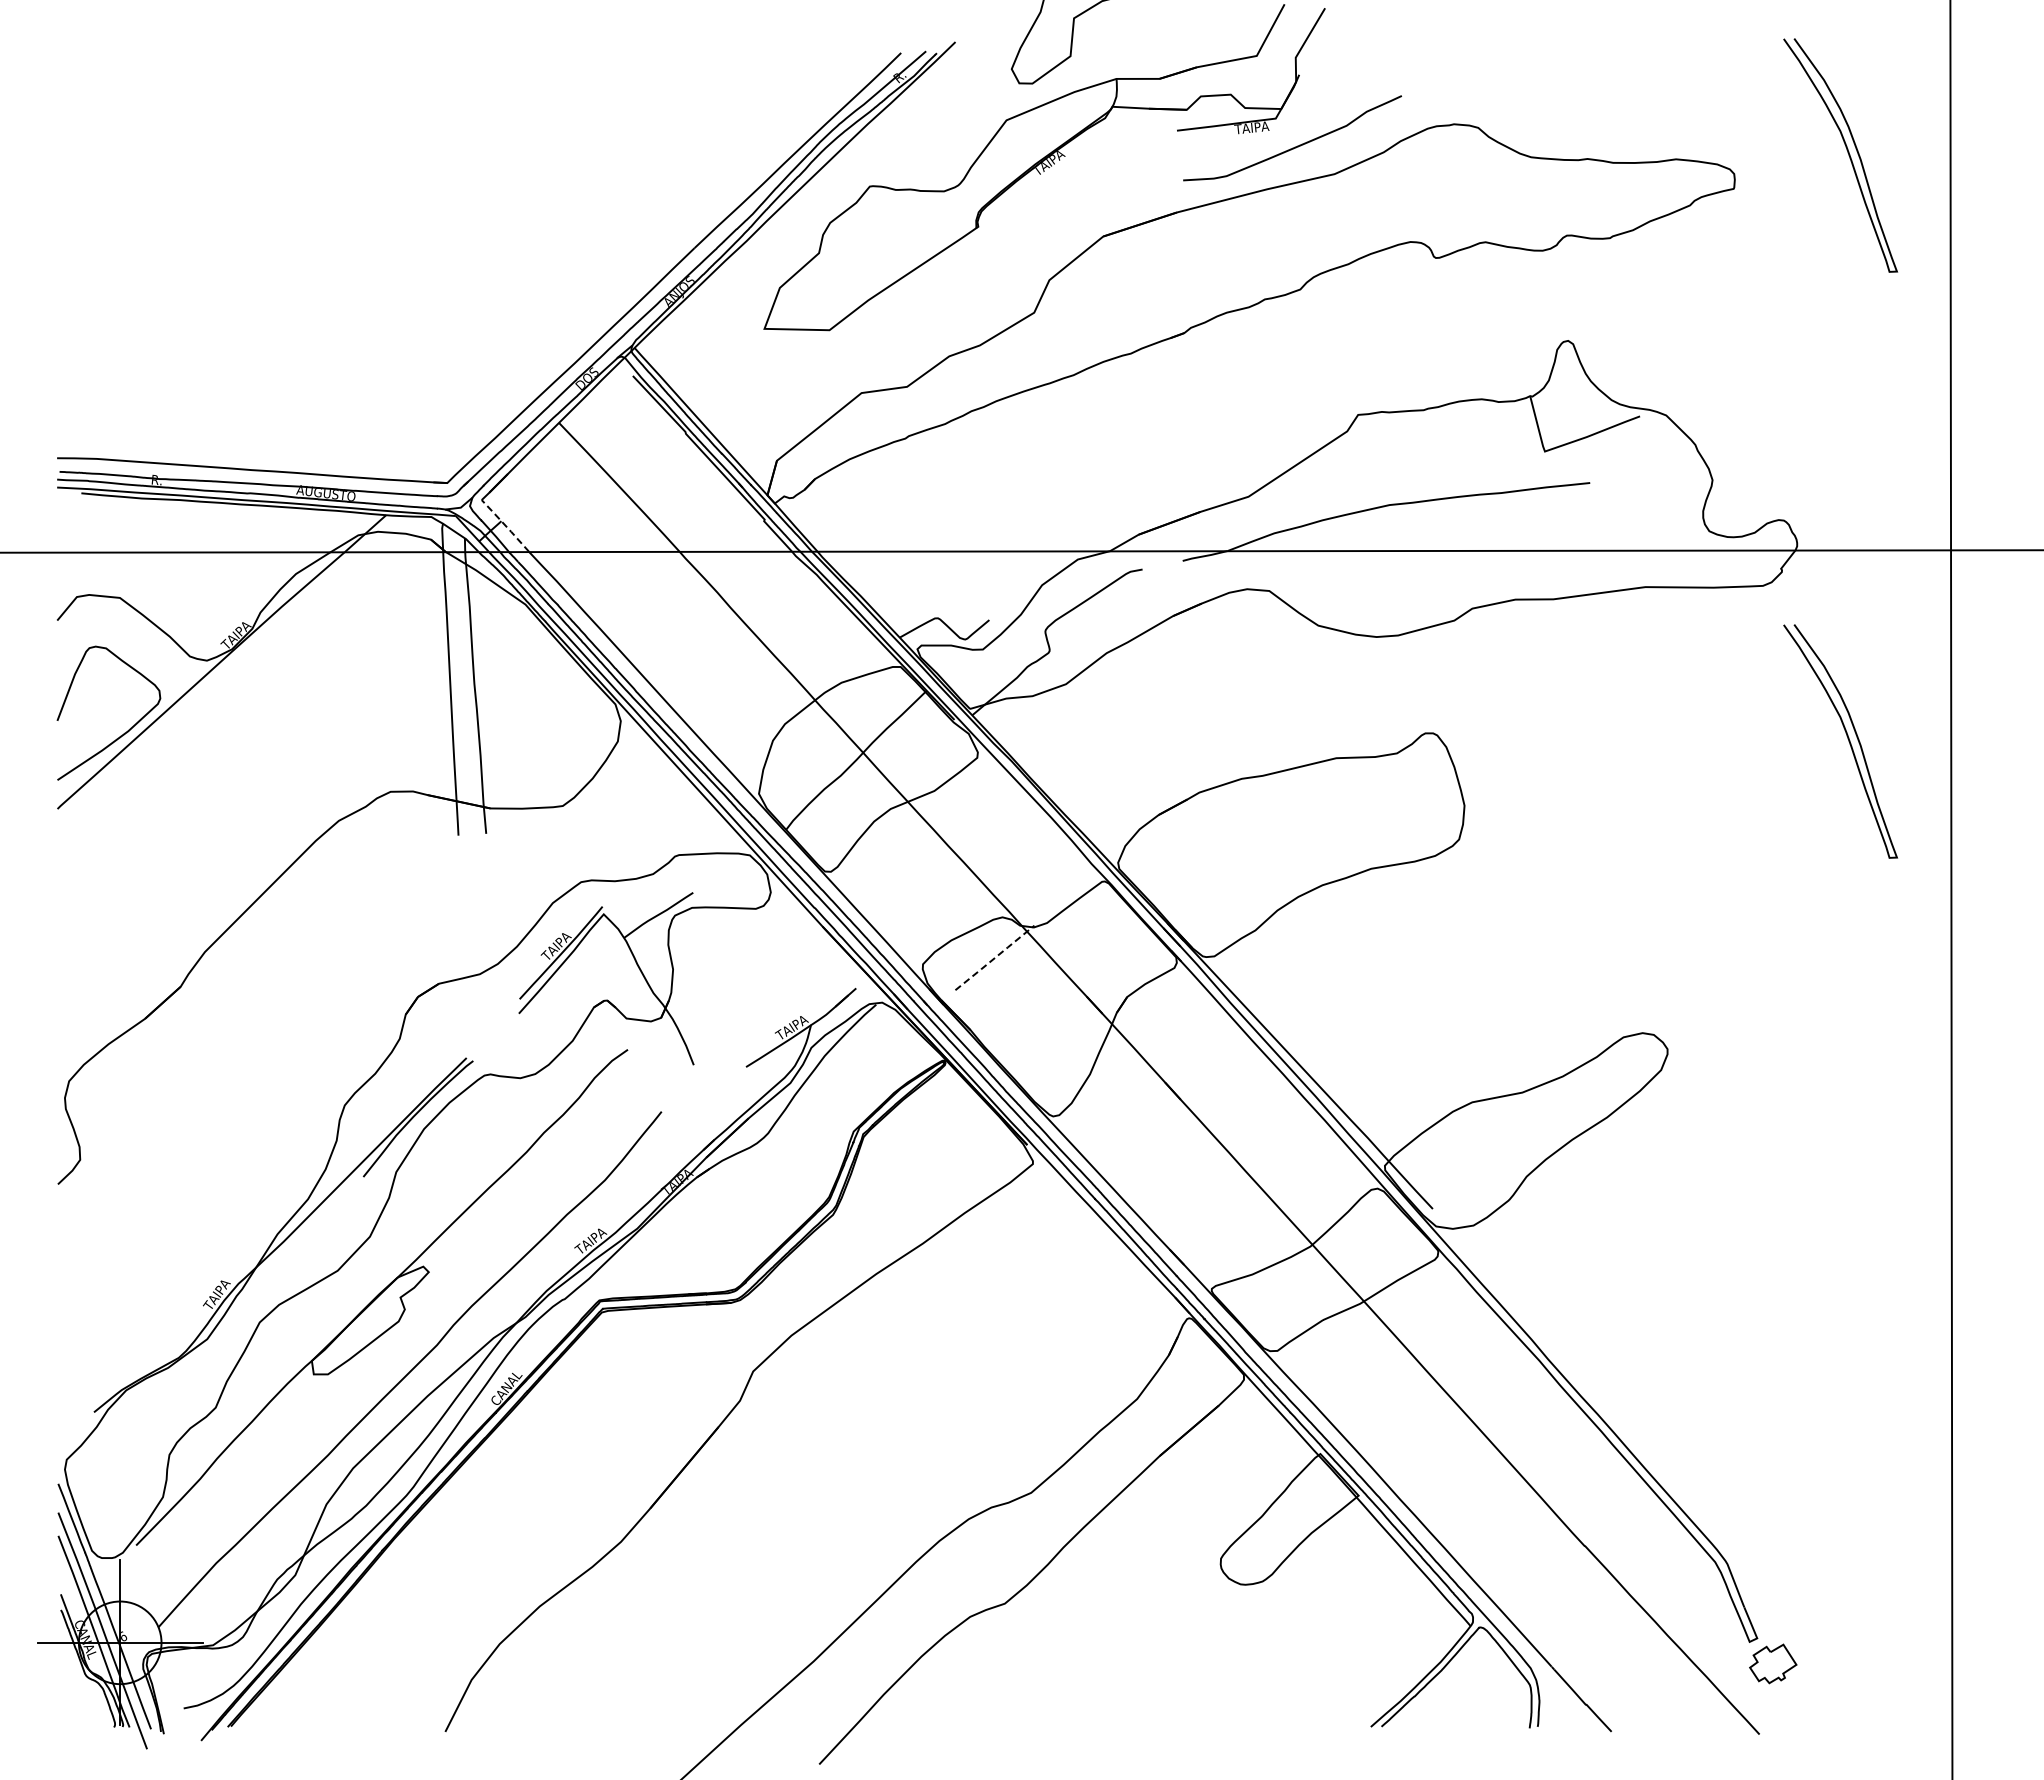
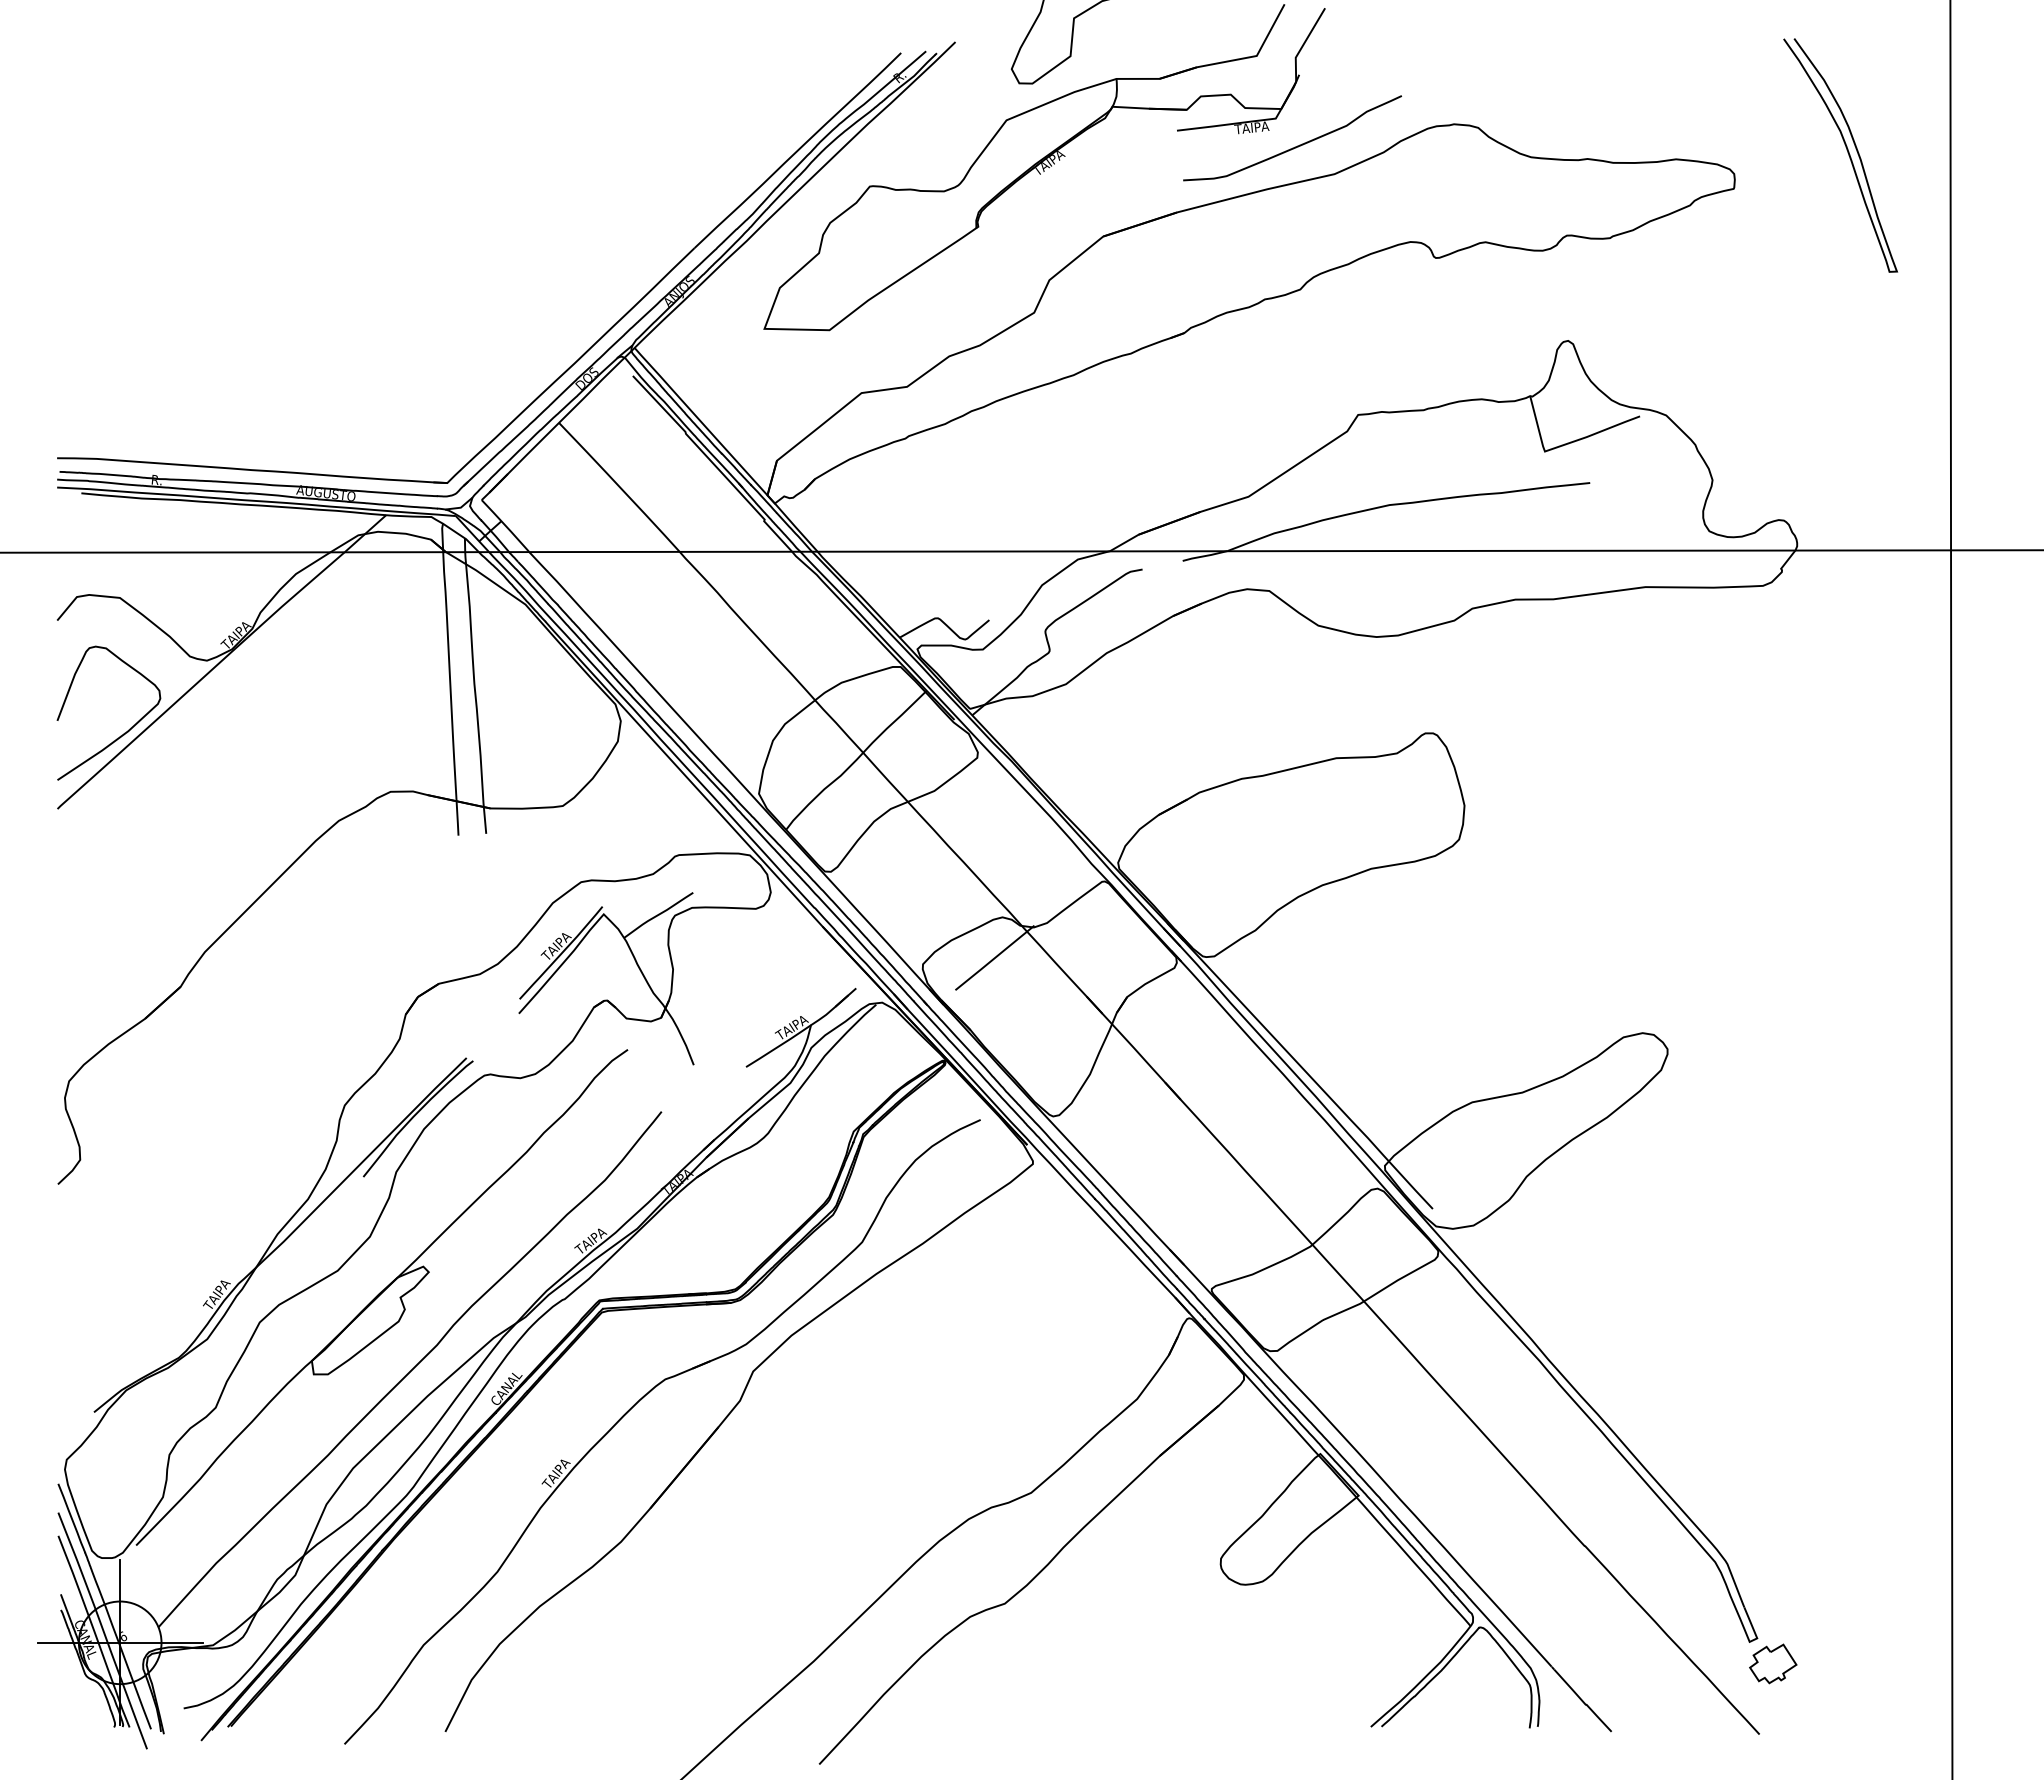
line at (505, 525): dashed -> solid
curve at (1847, 739): present -> none
line at (994, 958): dashed -> solid
part at (636, 1404): none -> present
